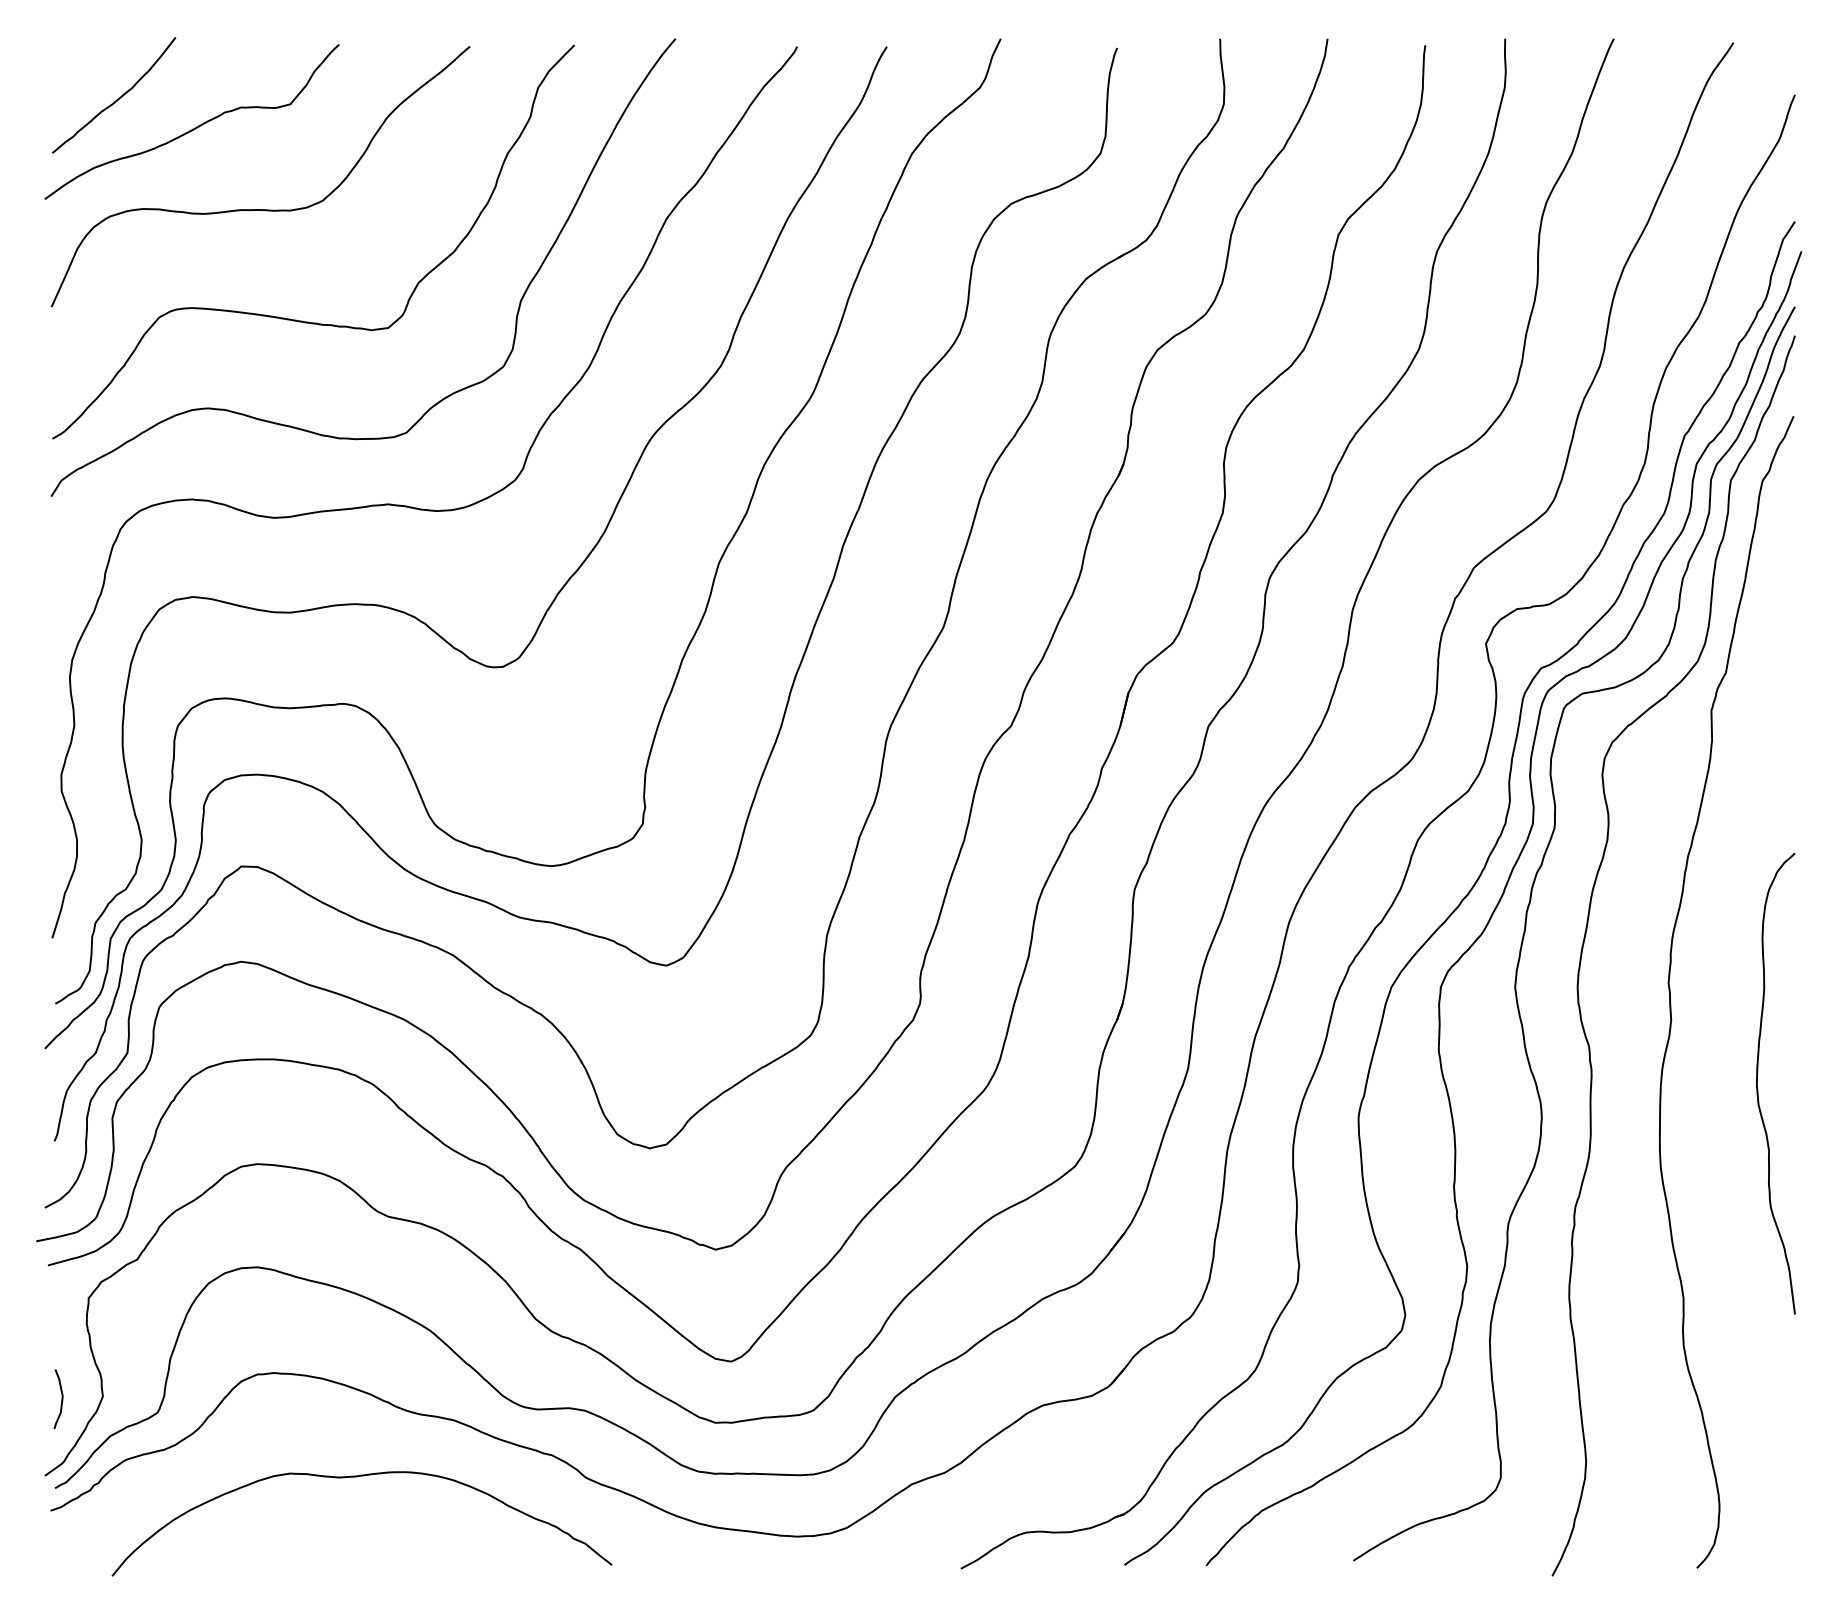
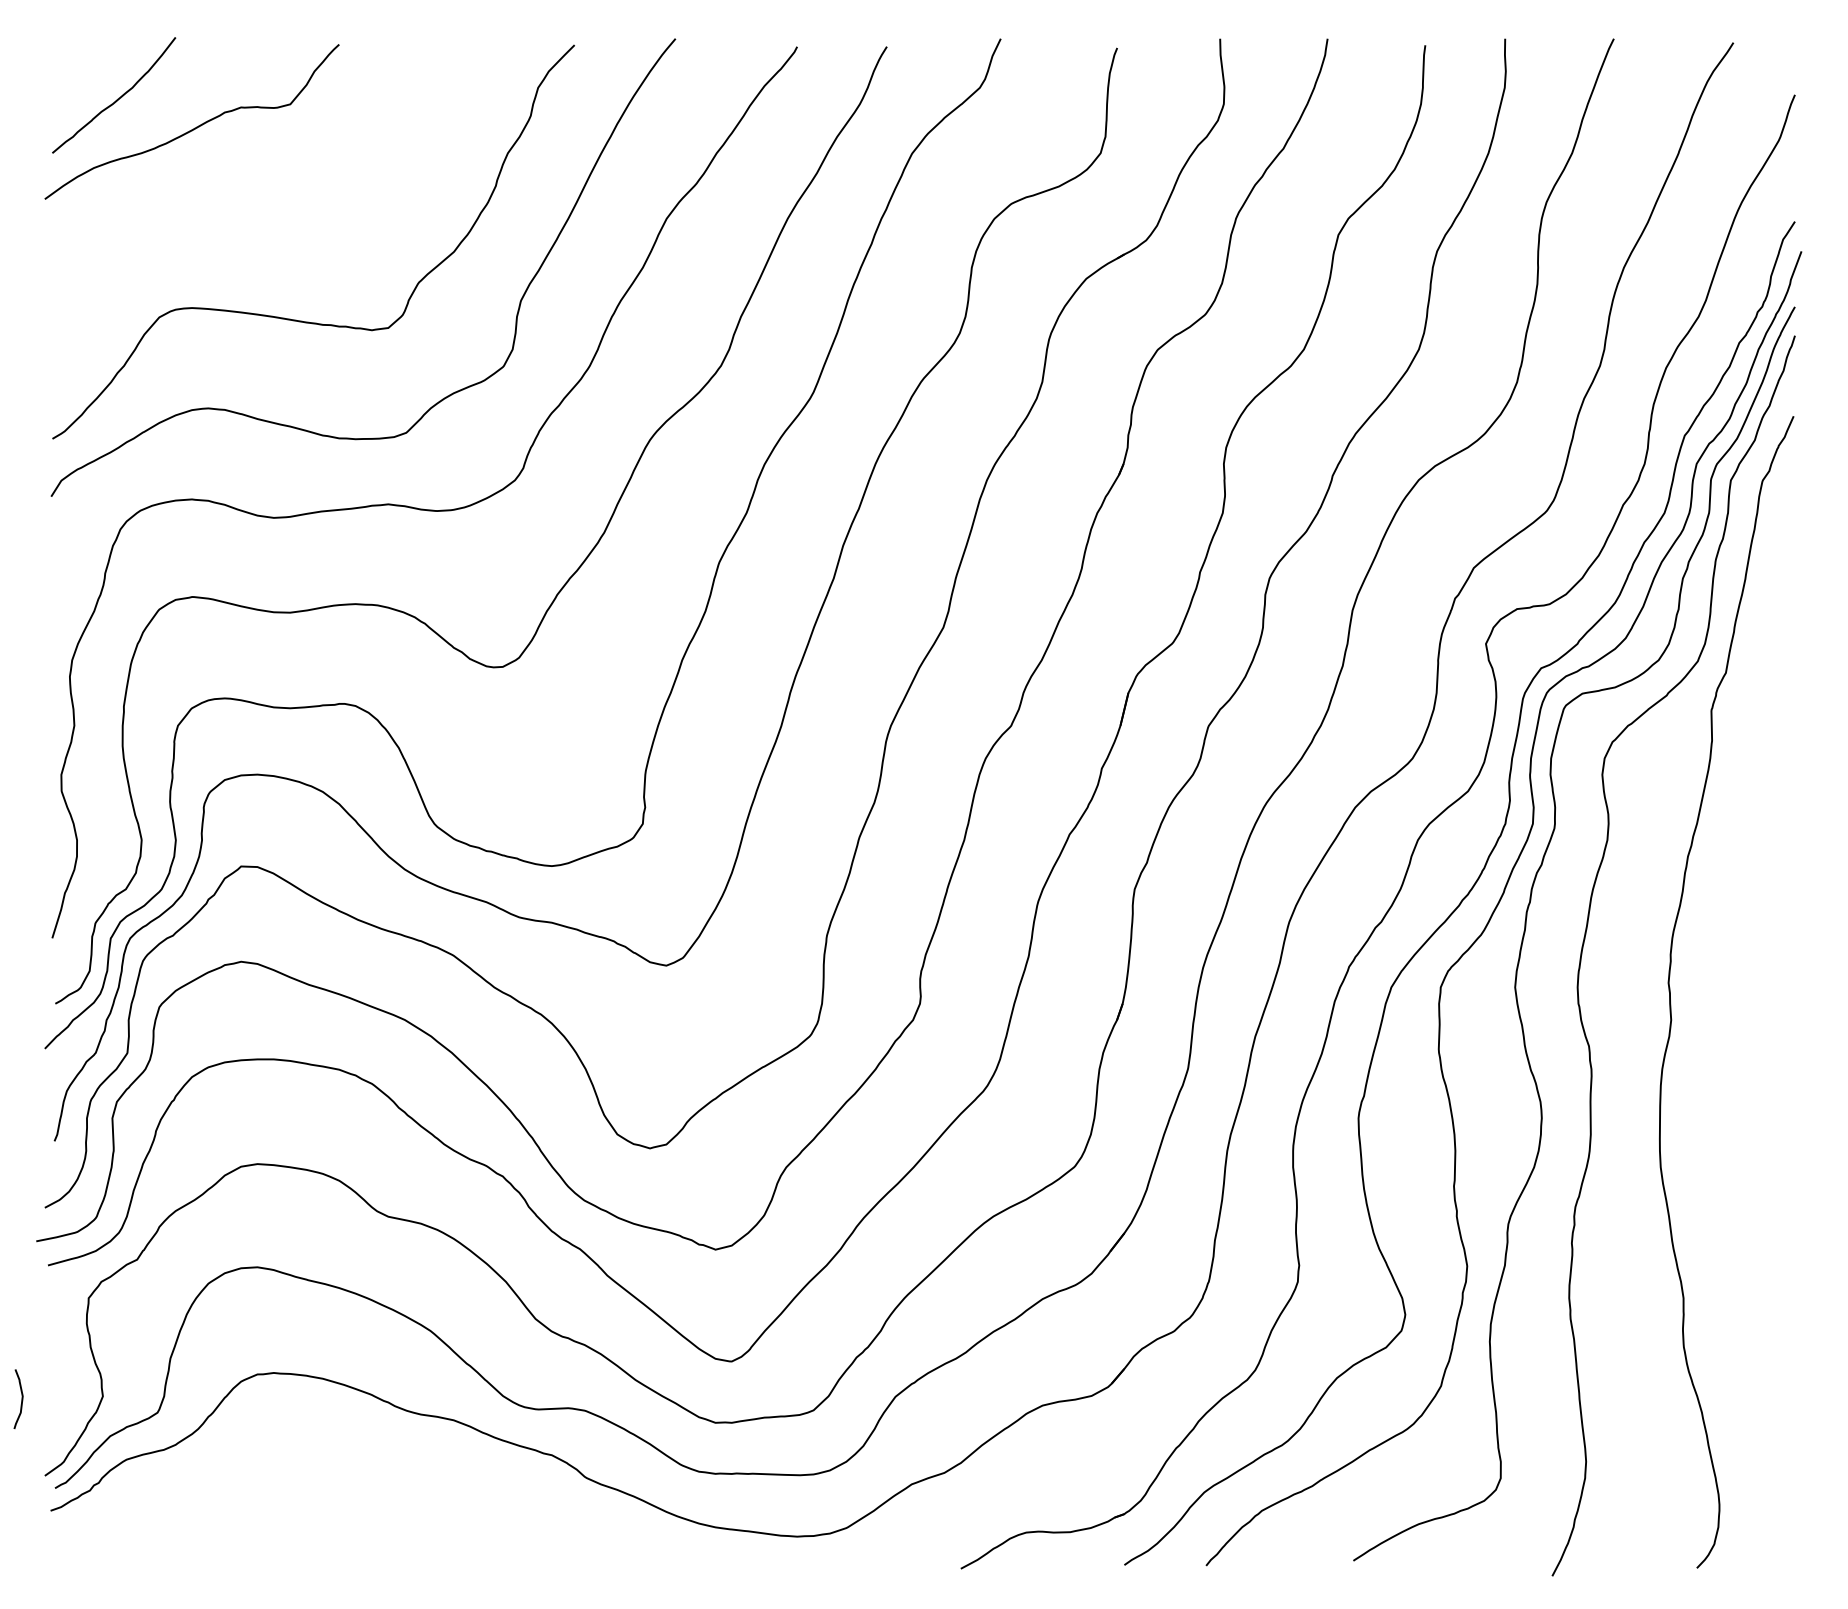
curve at (260, 209): present -> none
curve at (1757, 1083): present -> none
curve at (61, 1398) position: (61, 1398) -> (21, 1398)
curve at (357, 1477): present -> none
